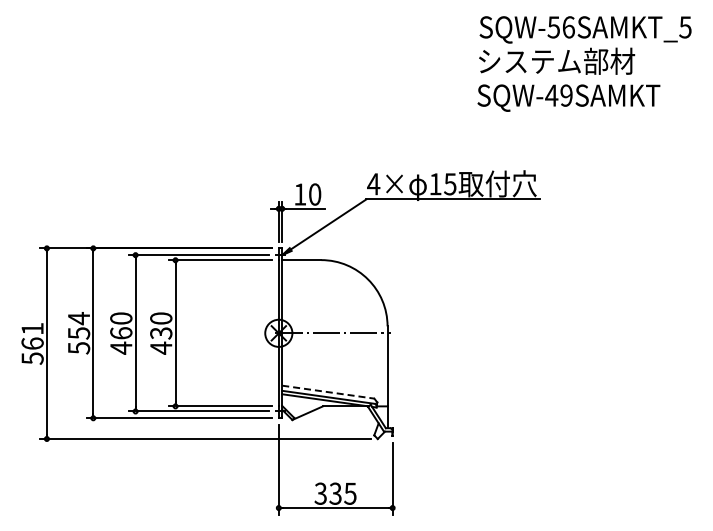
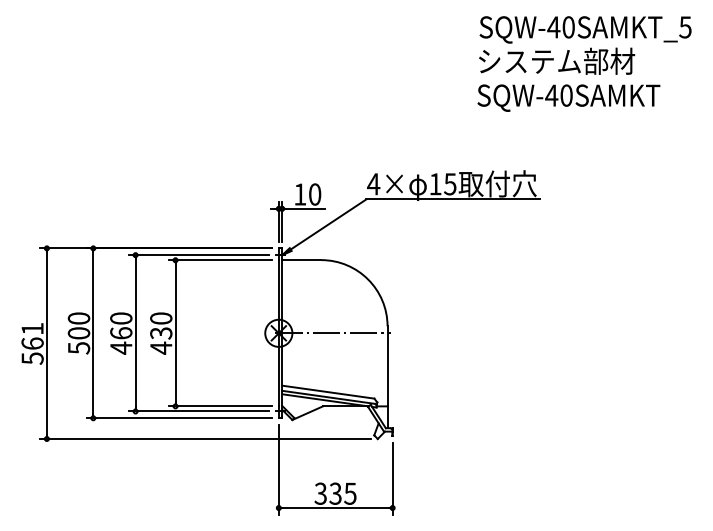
text at (560, 27): SQW-56SAMKT_5 -> SQW-40SAMKT_5
text at (566, 95): SQW-49SAMKT -> SQW-40SAMKT
text at (78, 325): 554 -> 500
line at (328, 392): dashed -> solid
